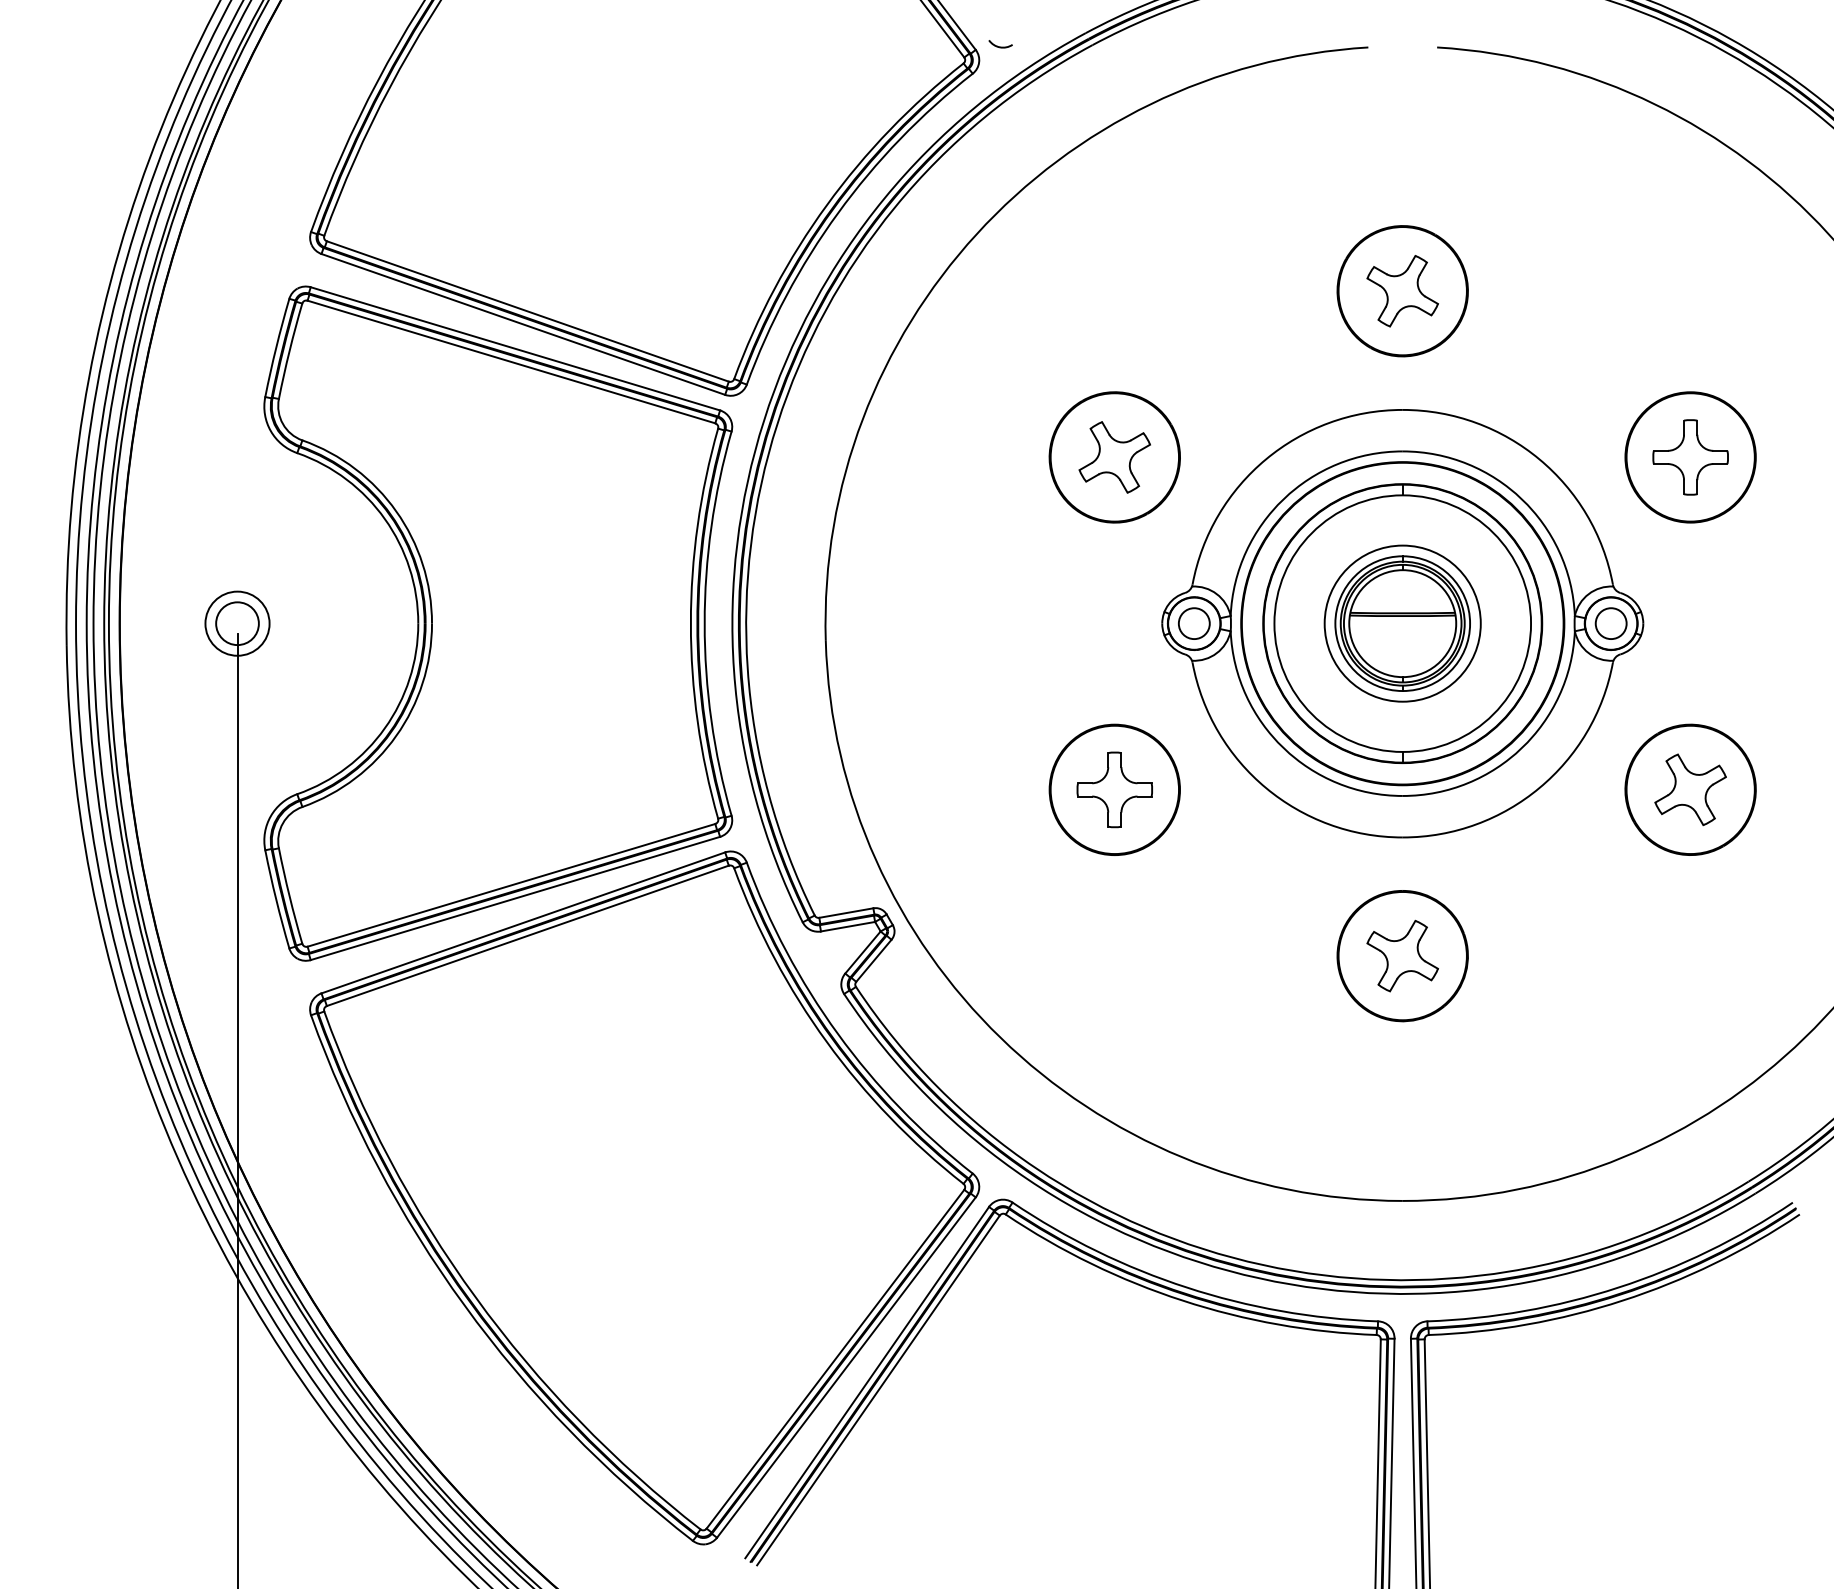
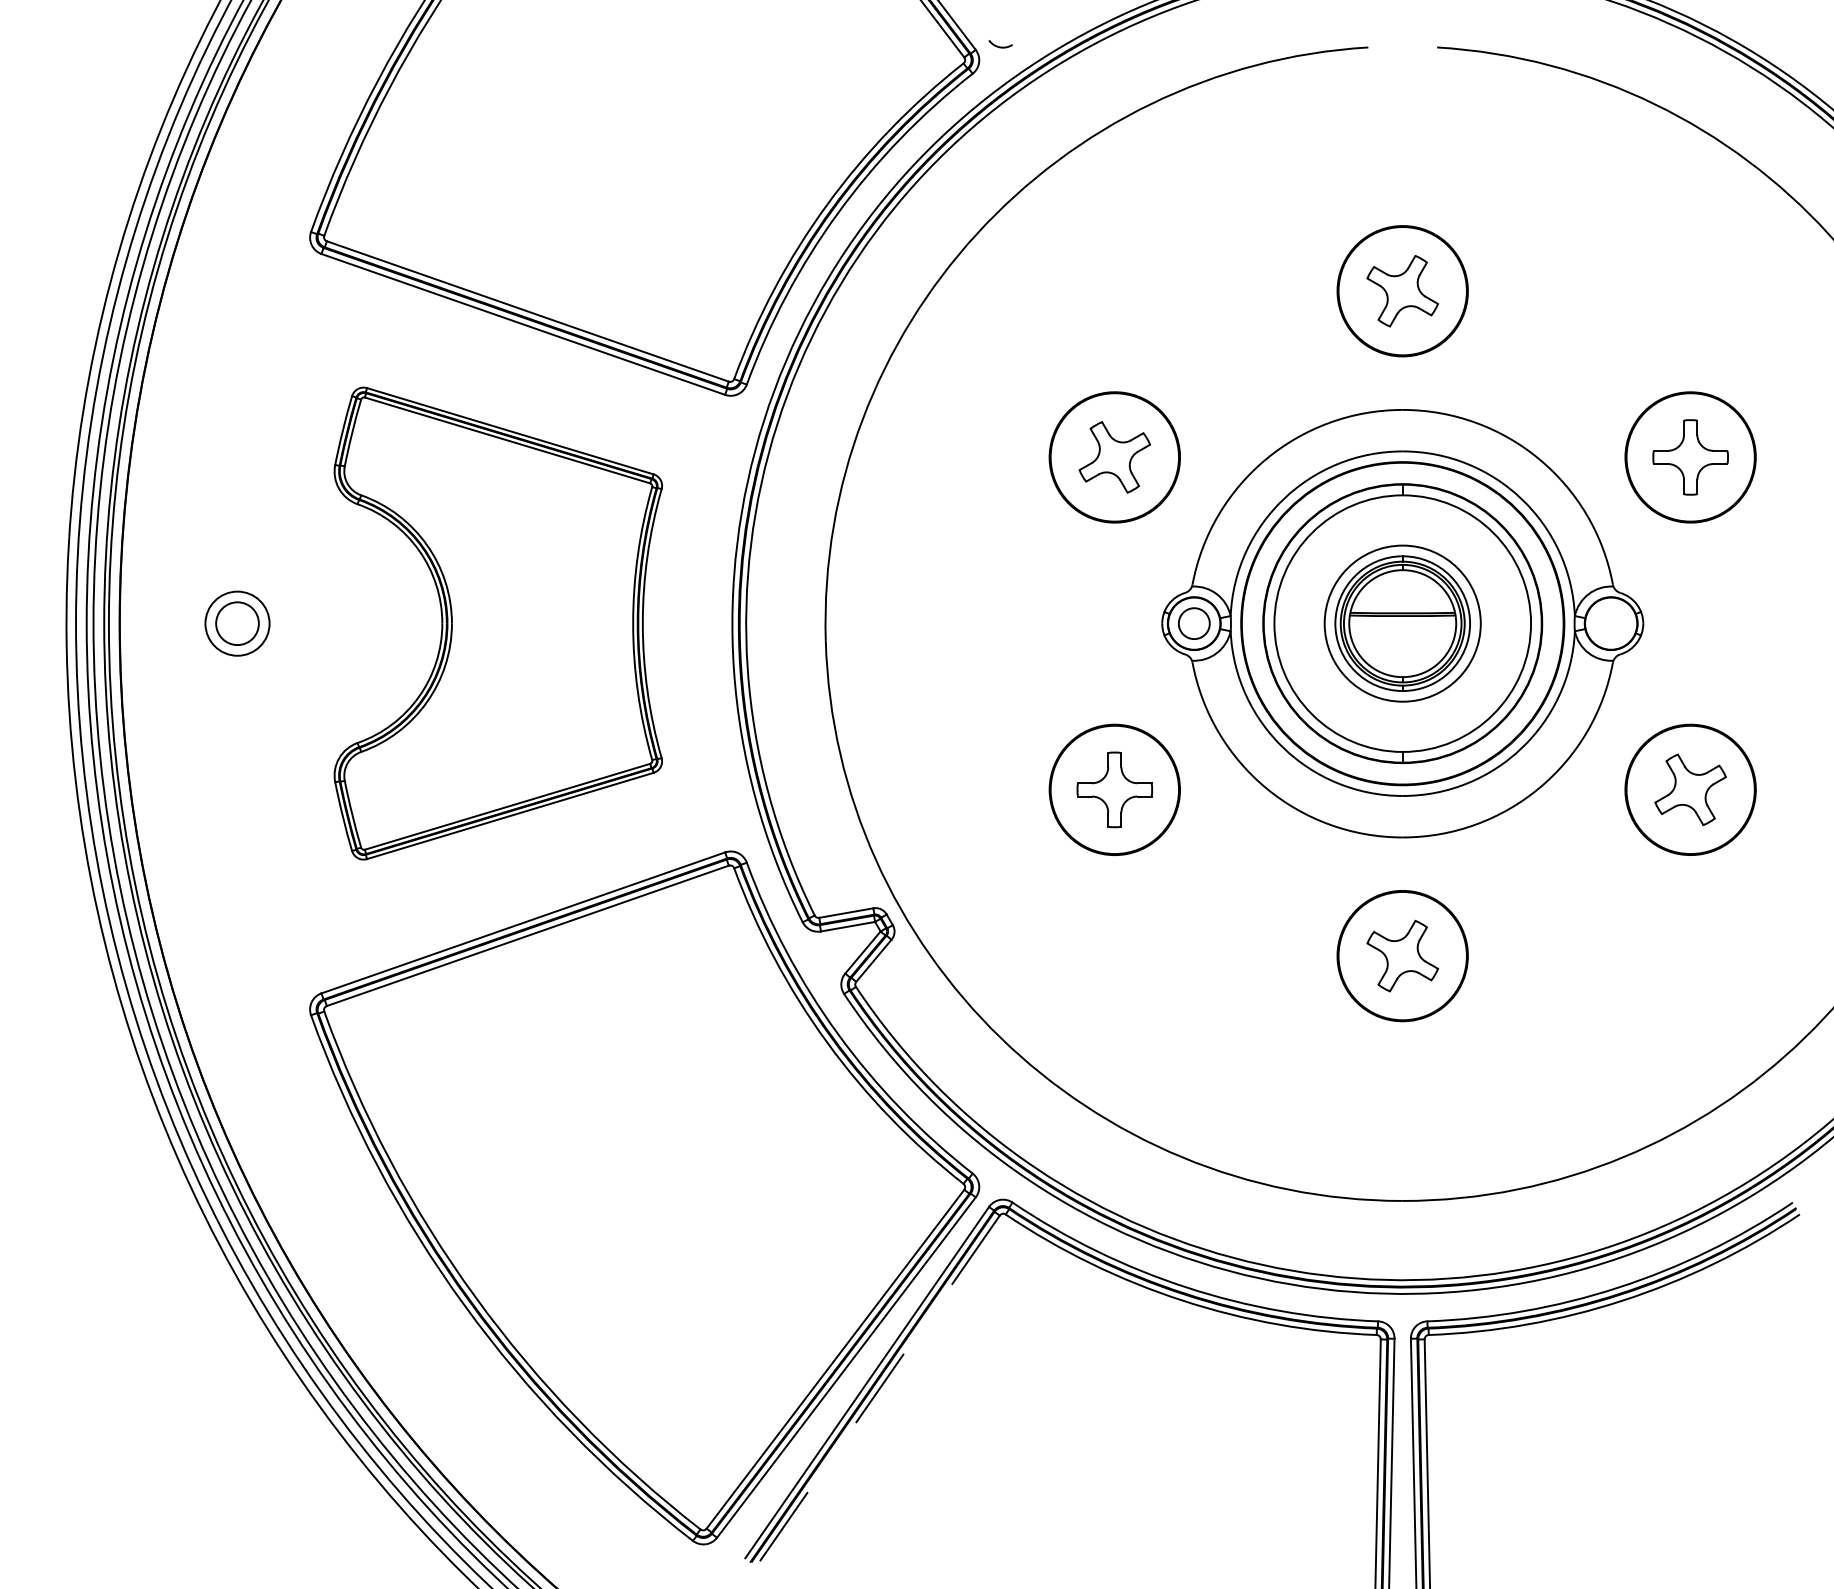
part at (498, 623) size: 471x677 px -> 330x475 px
part at (1610, 623): present -> none
line at (237, 1109): present -> none
line at (878, 1390): solid -> dashed
